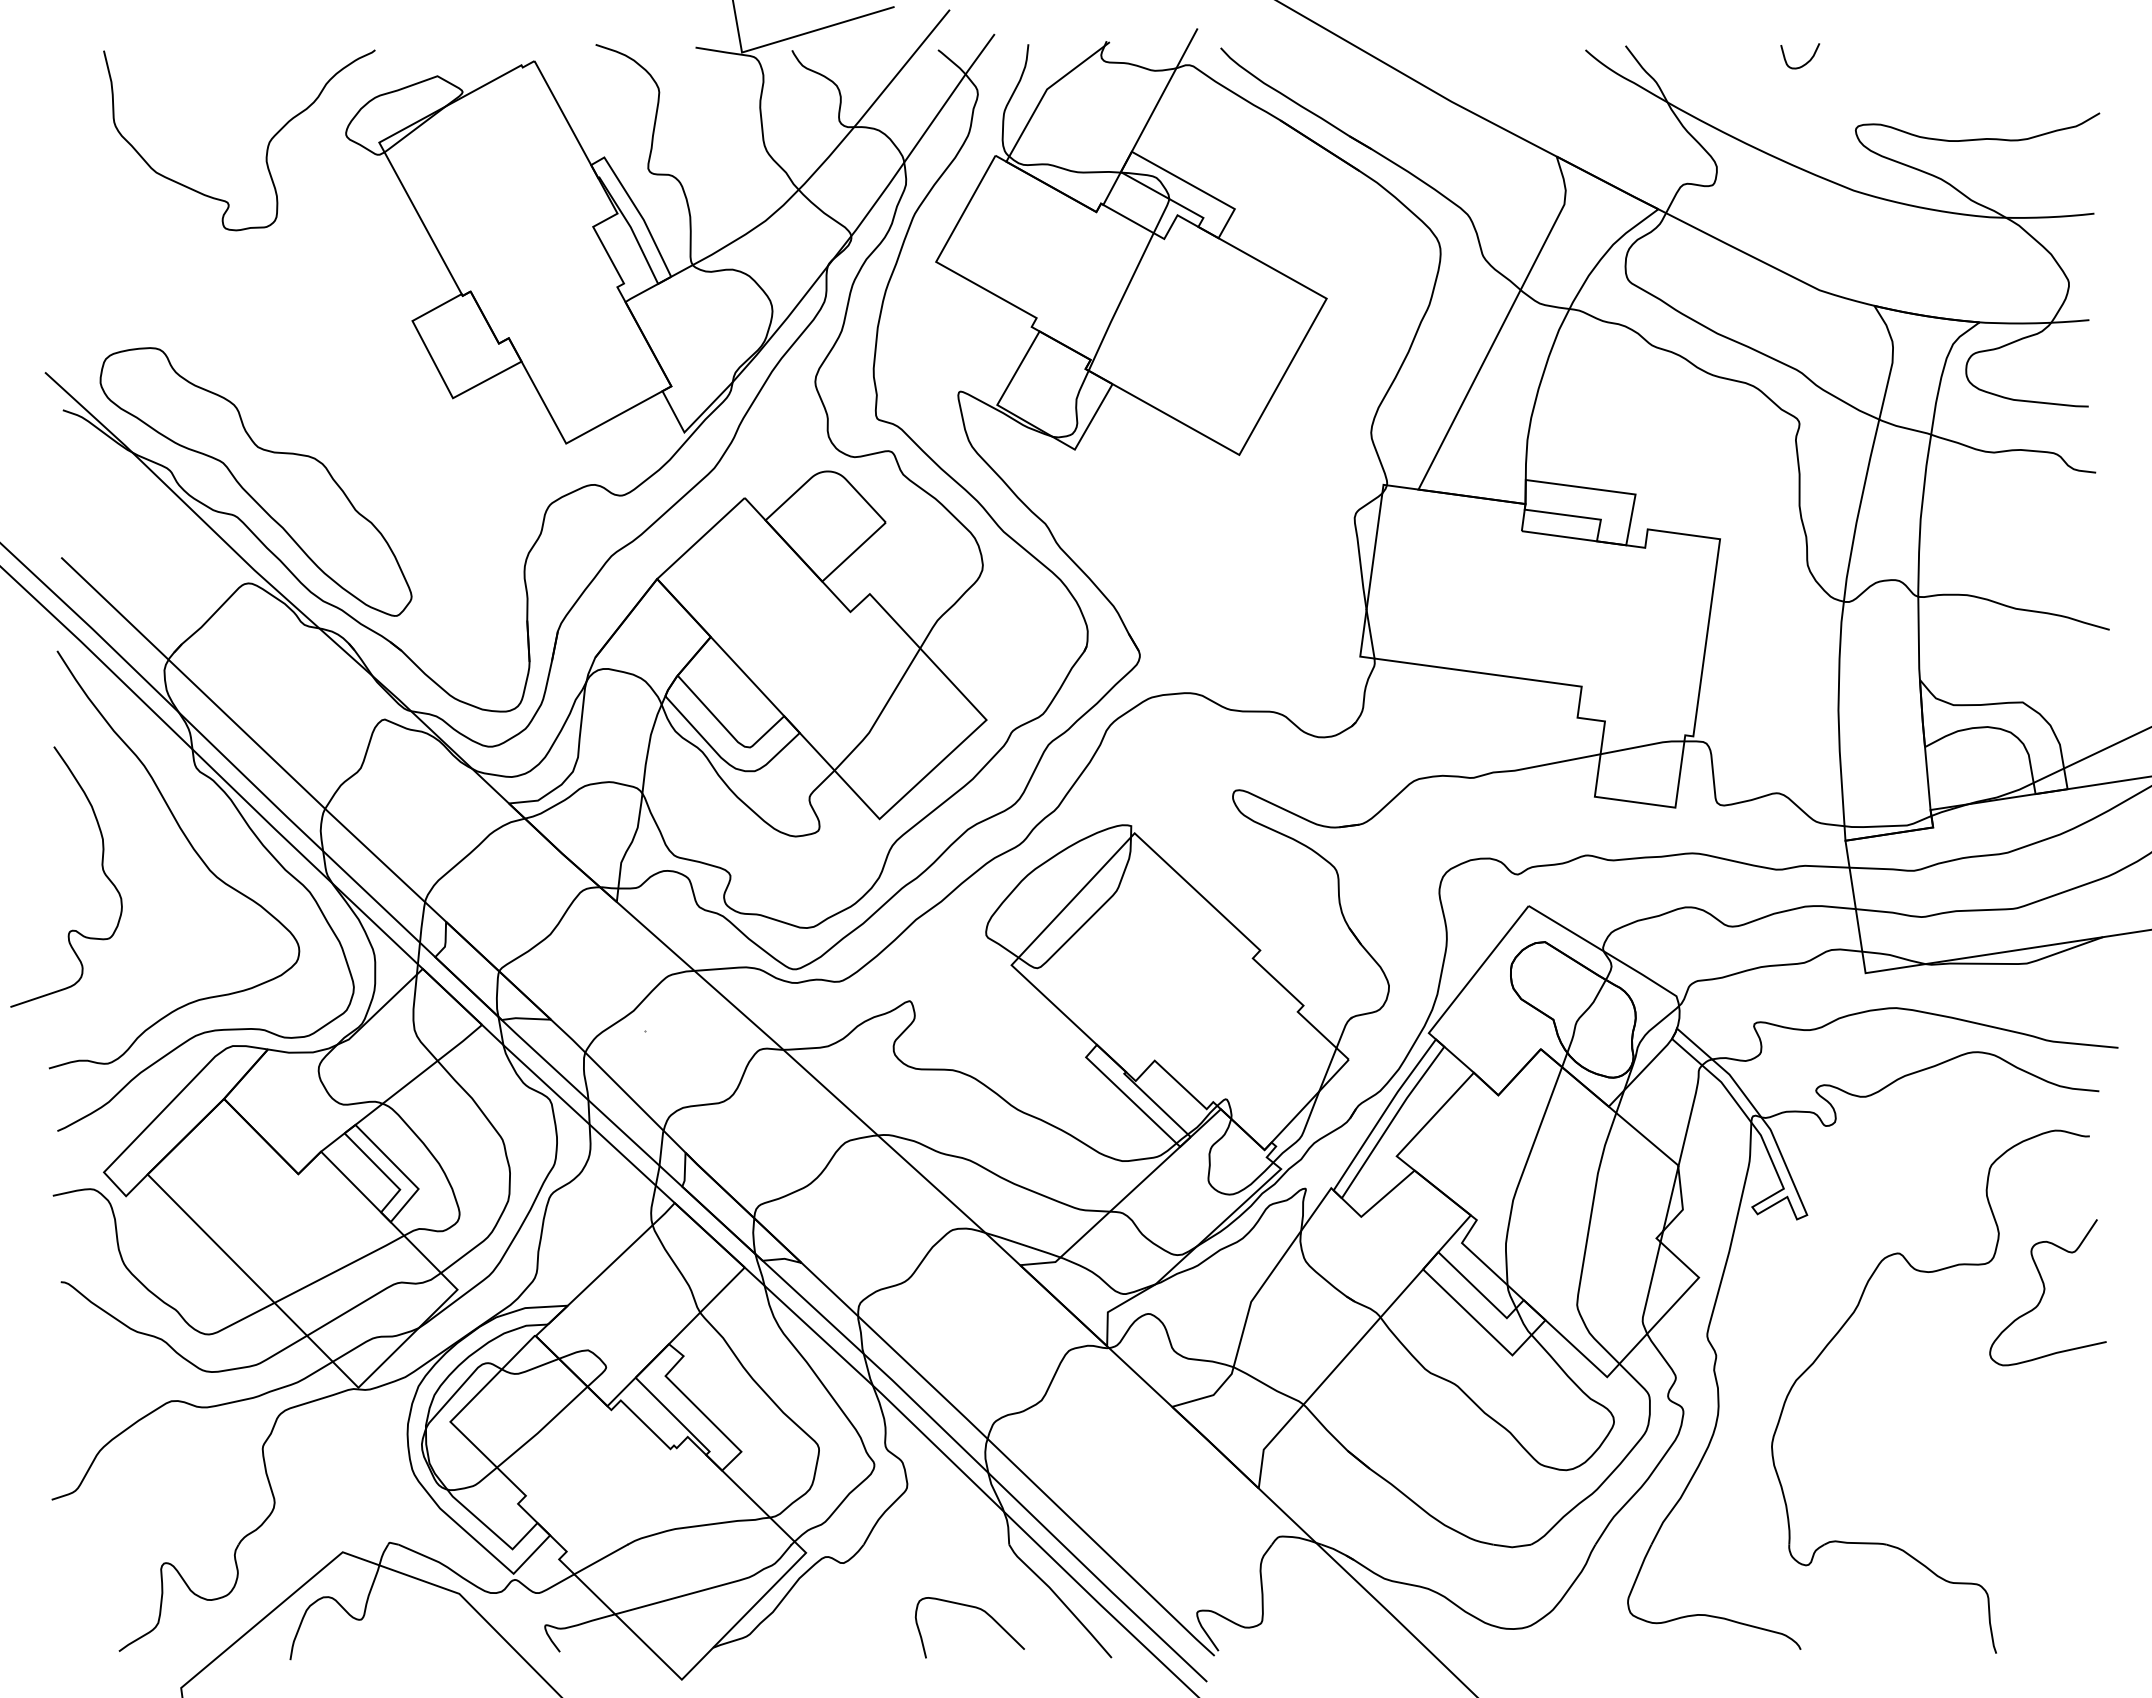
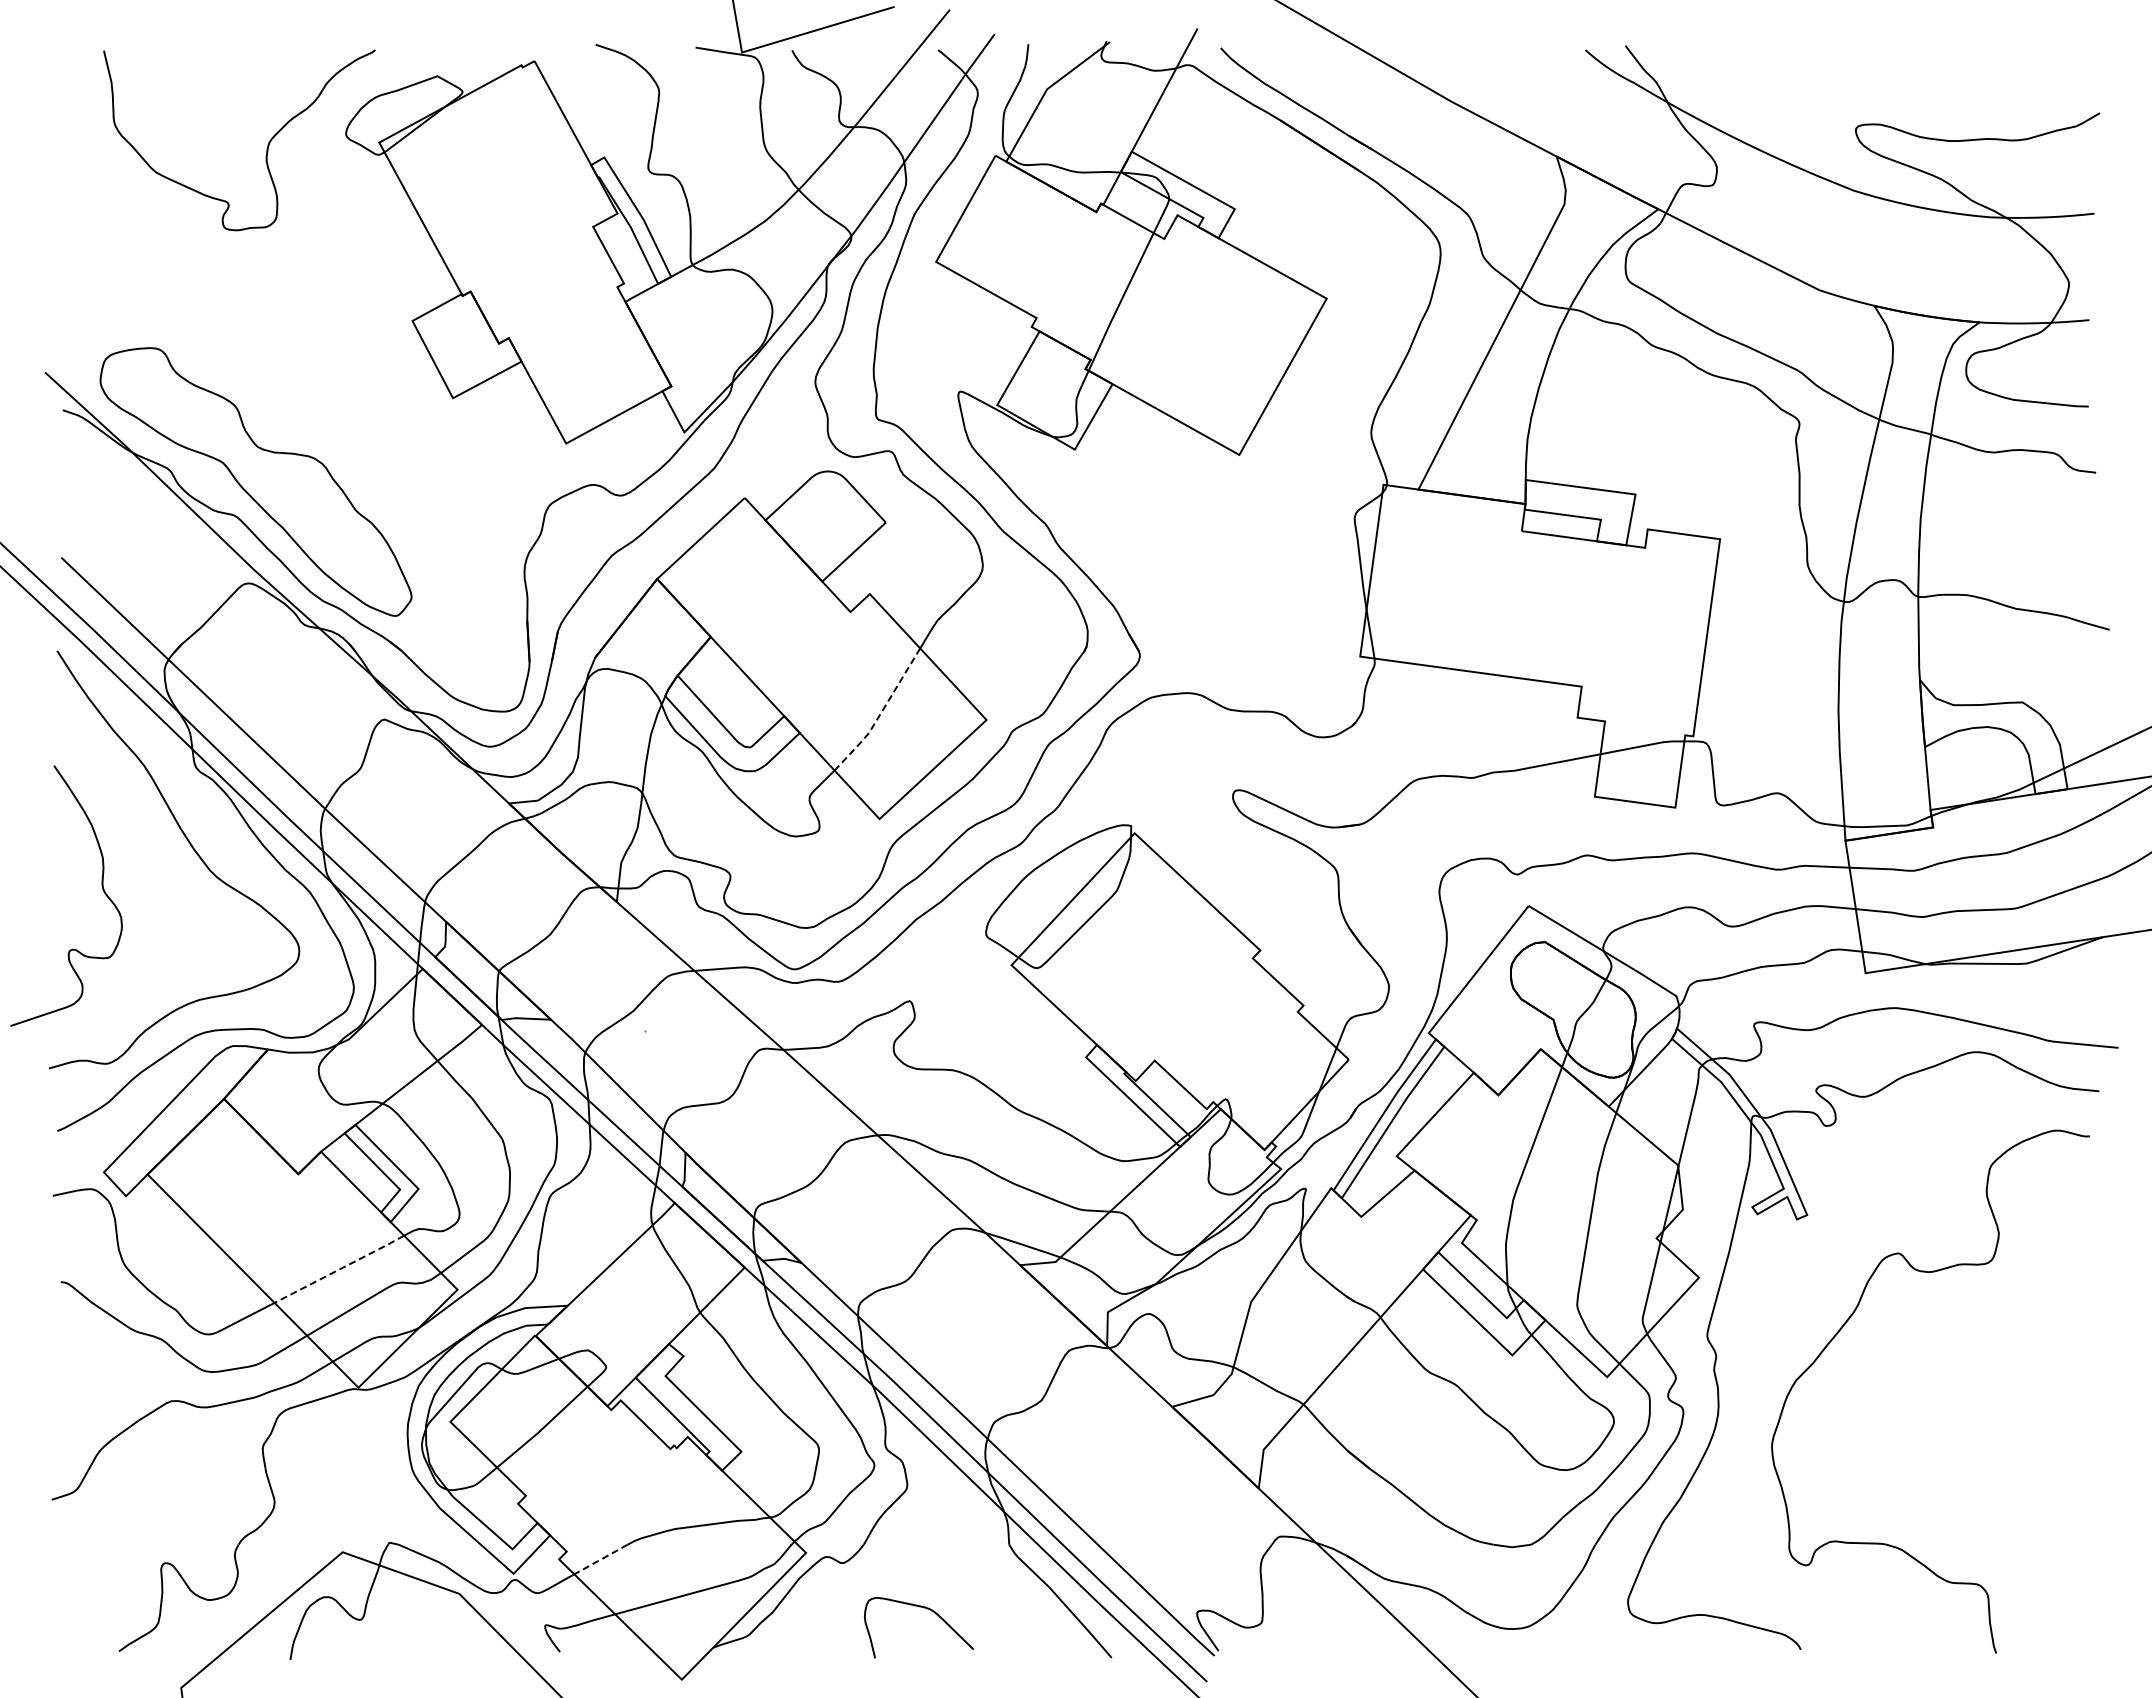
curve at (1804, 63): present -> none
line at (880, 714): solid -> dashed
curve at (101, 867) position: (101, 867) -> (101, 886)
line at (340, 1269): solid -> dashed
curve at (2045, 1290): present -> none
line at (600, 1559): solid -> dashed
curve at (975, 1608) position: (975, 1608) -> (924, 1608)
